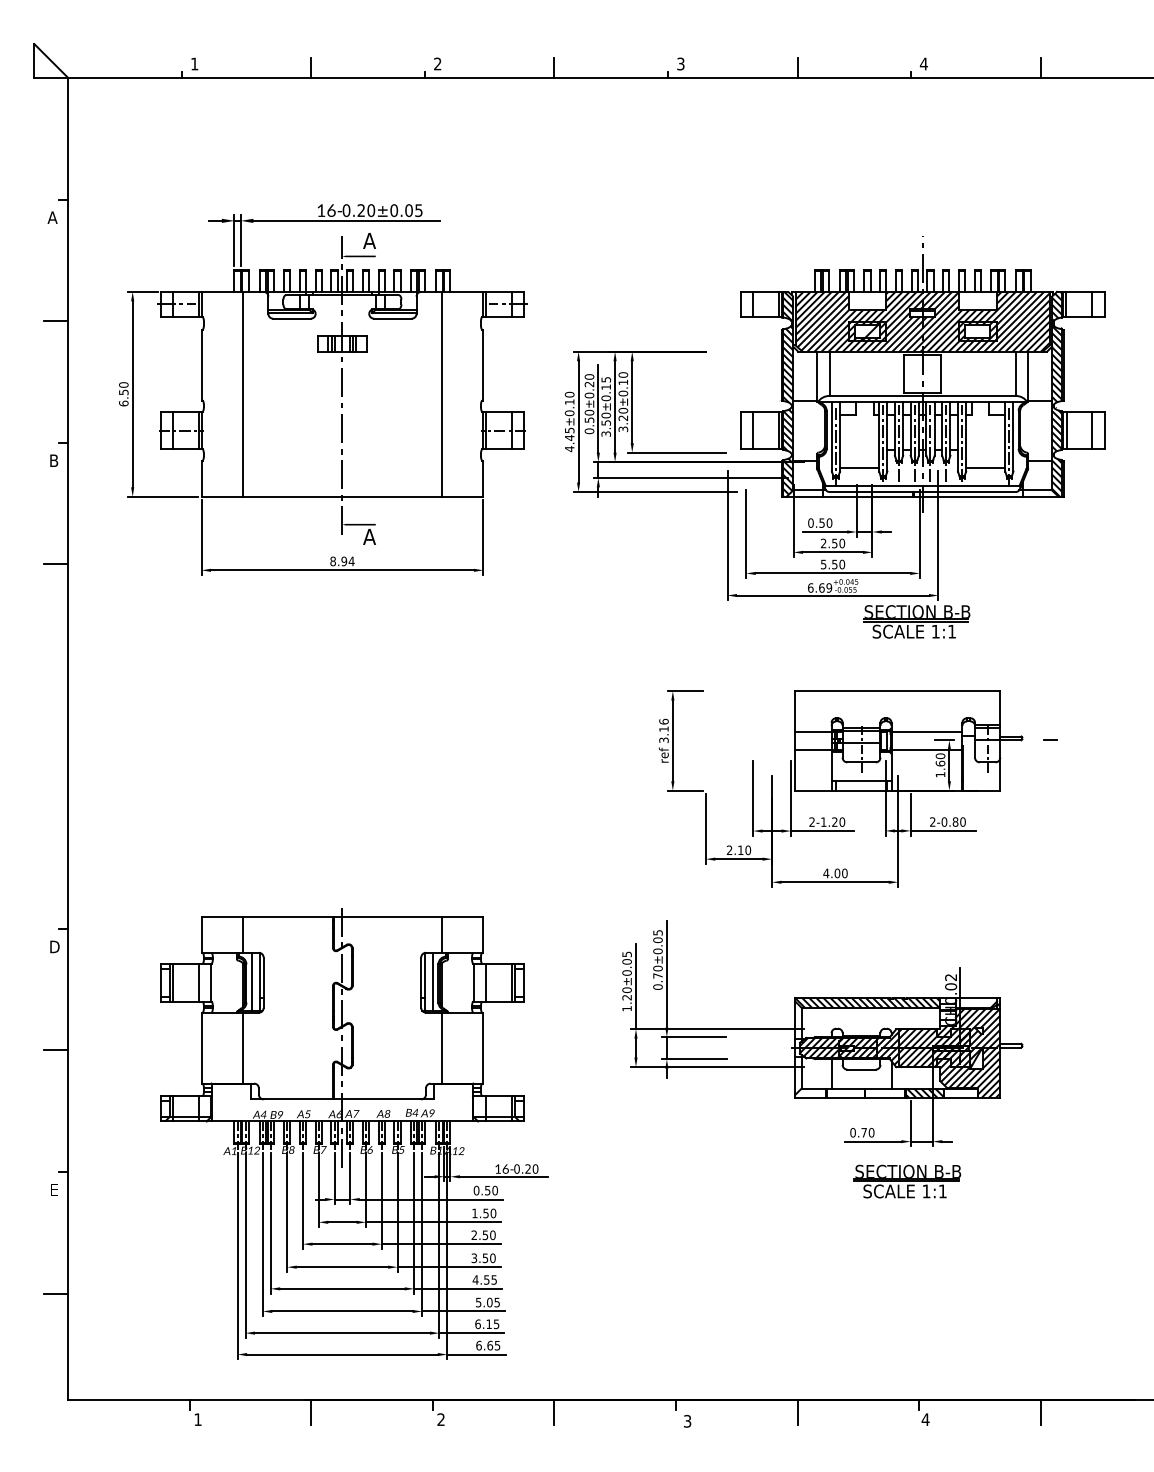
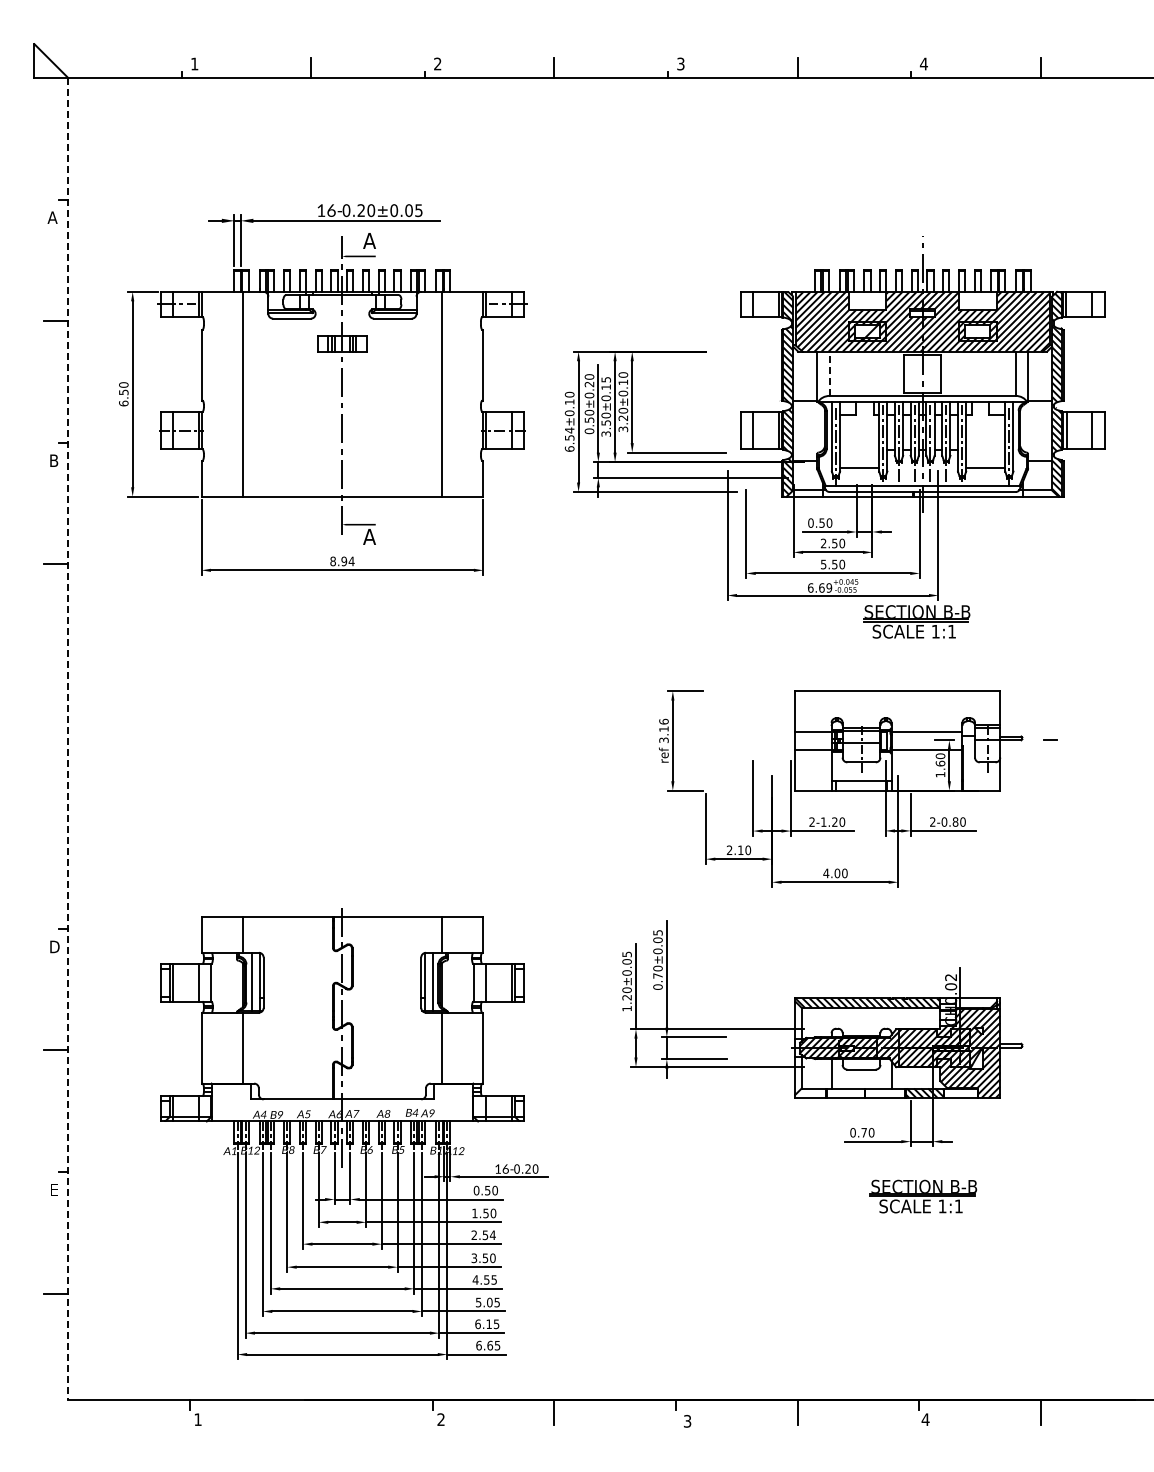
line at (829, 373): solid -> dashed
text at (569, 439): 4.45±0.10 -> 6.54±0.10
line at (68, 739): solid -> dashed
part at (907, 1181) position: (907, 1181) -> (923, 1196)
text at (492, 1235): 2.50 -> 2.54
line at (311, 1412): present -> none
